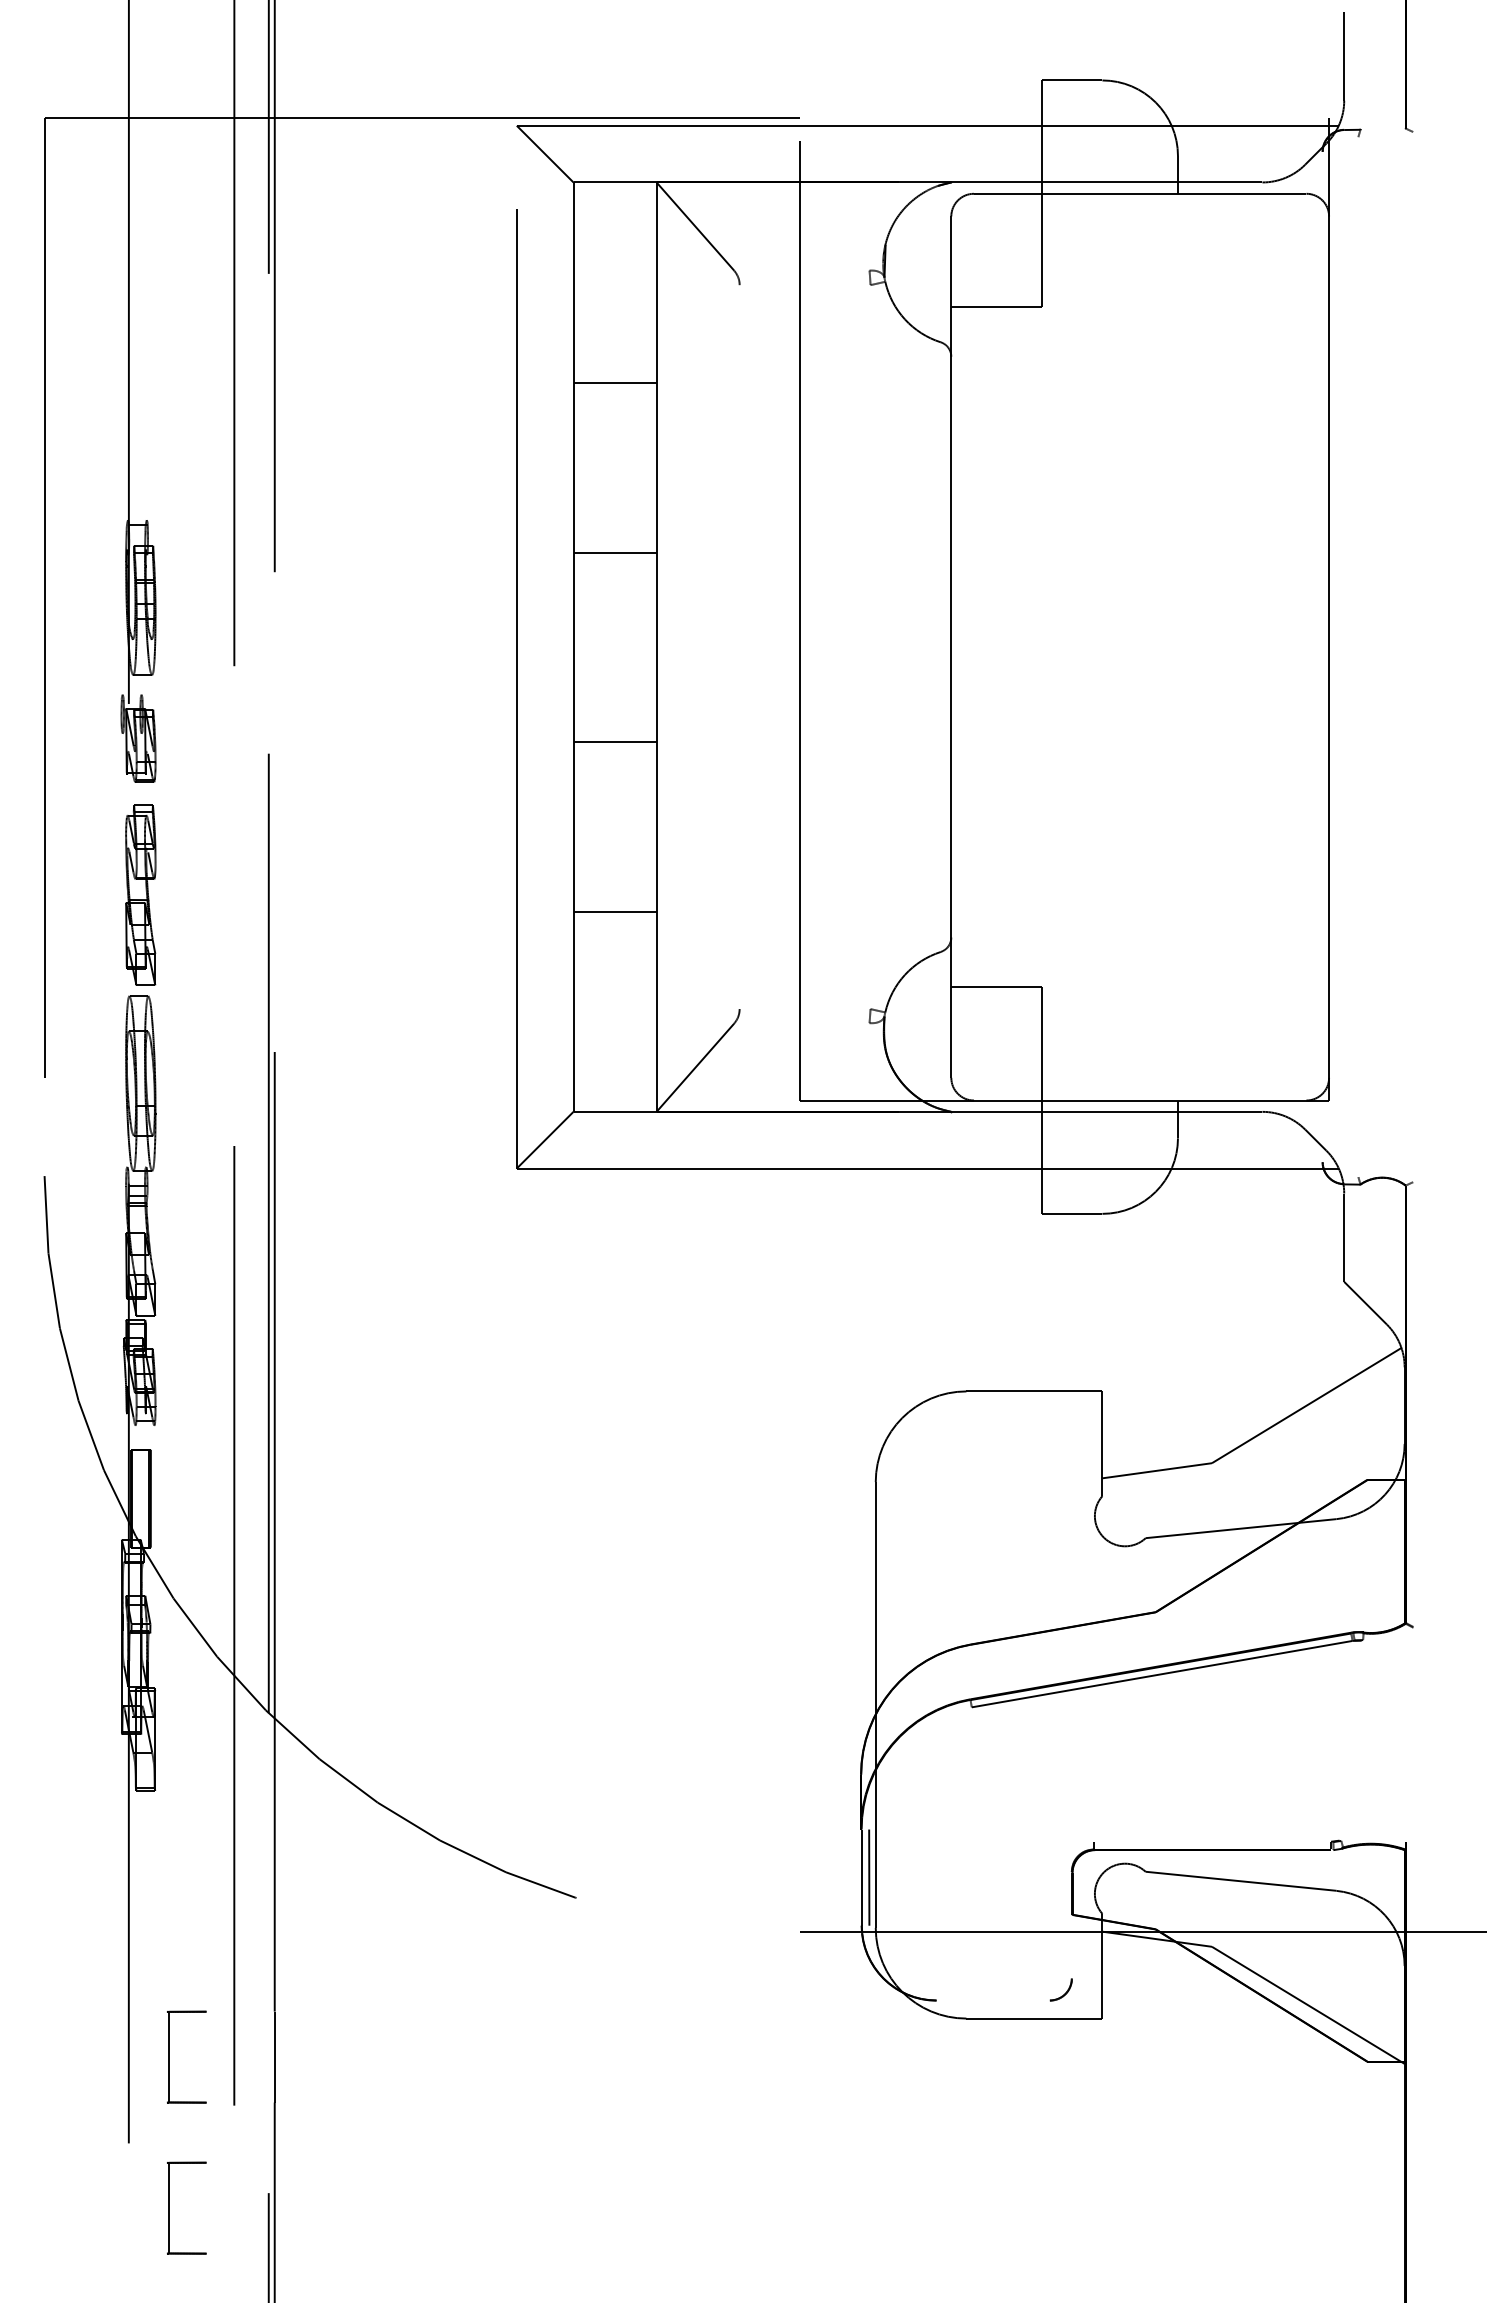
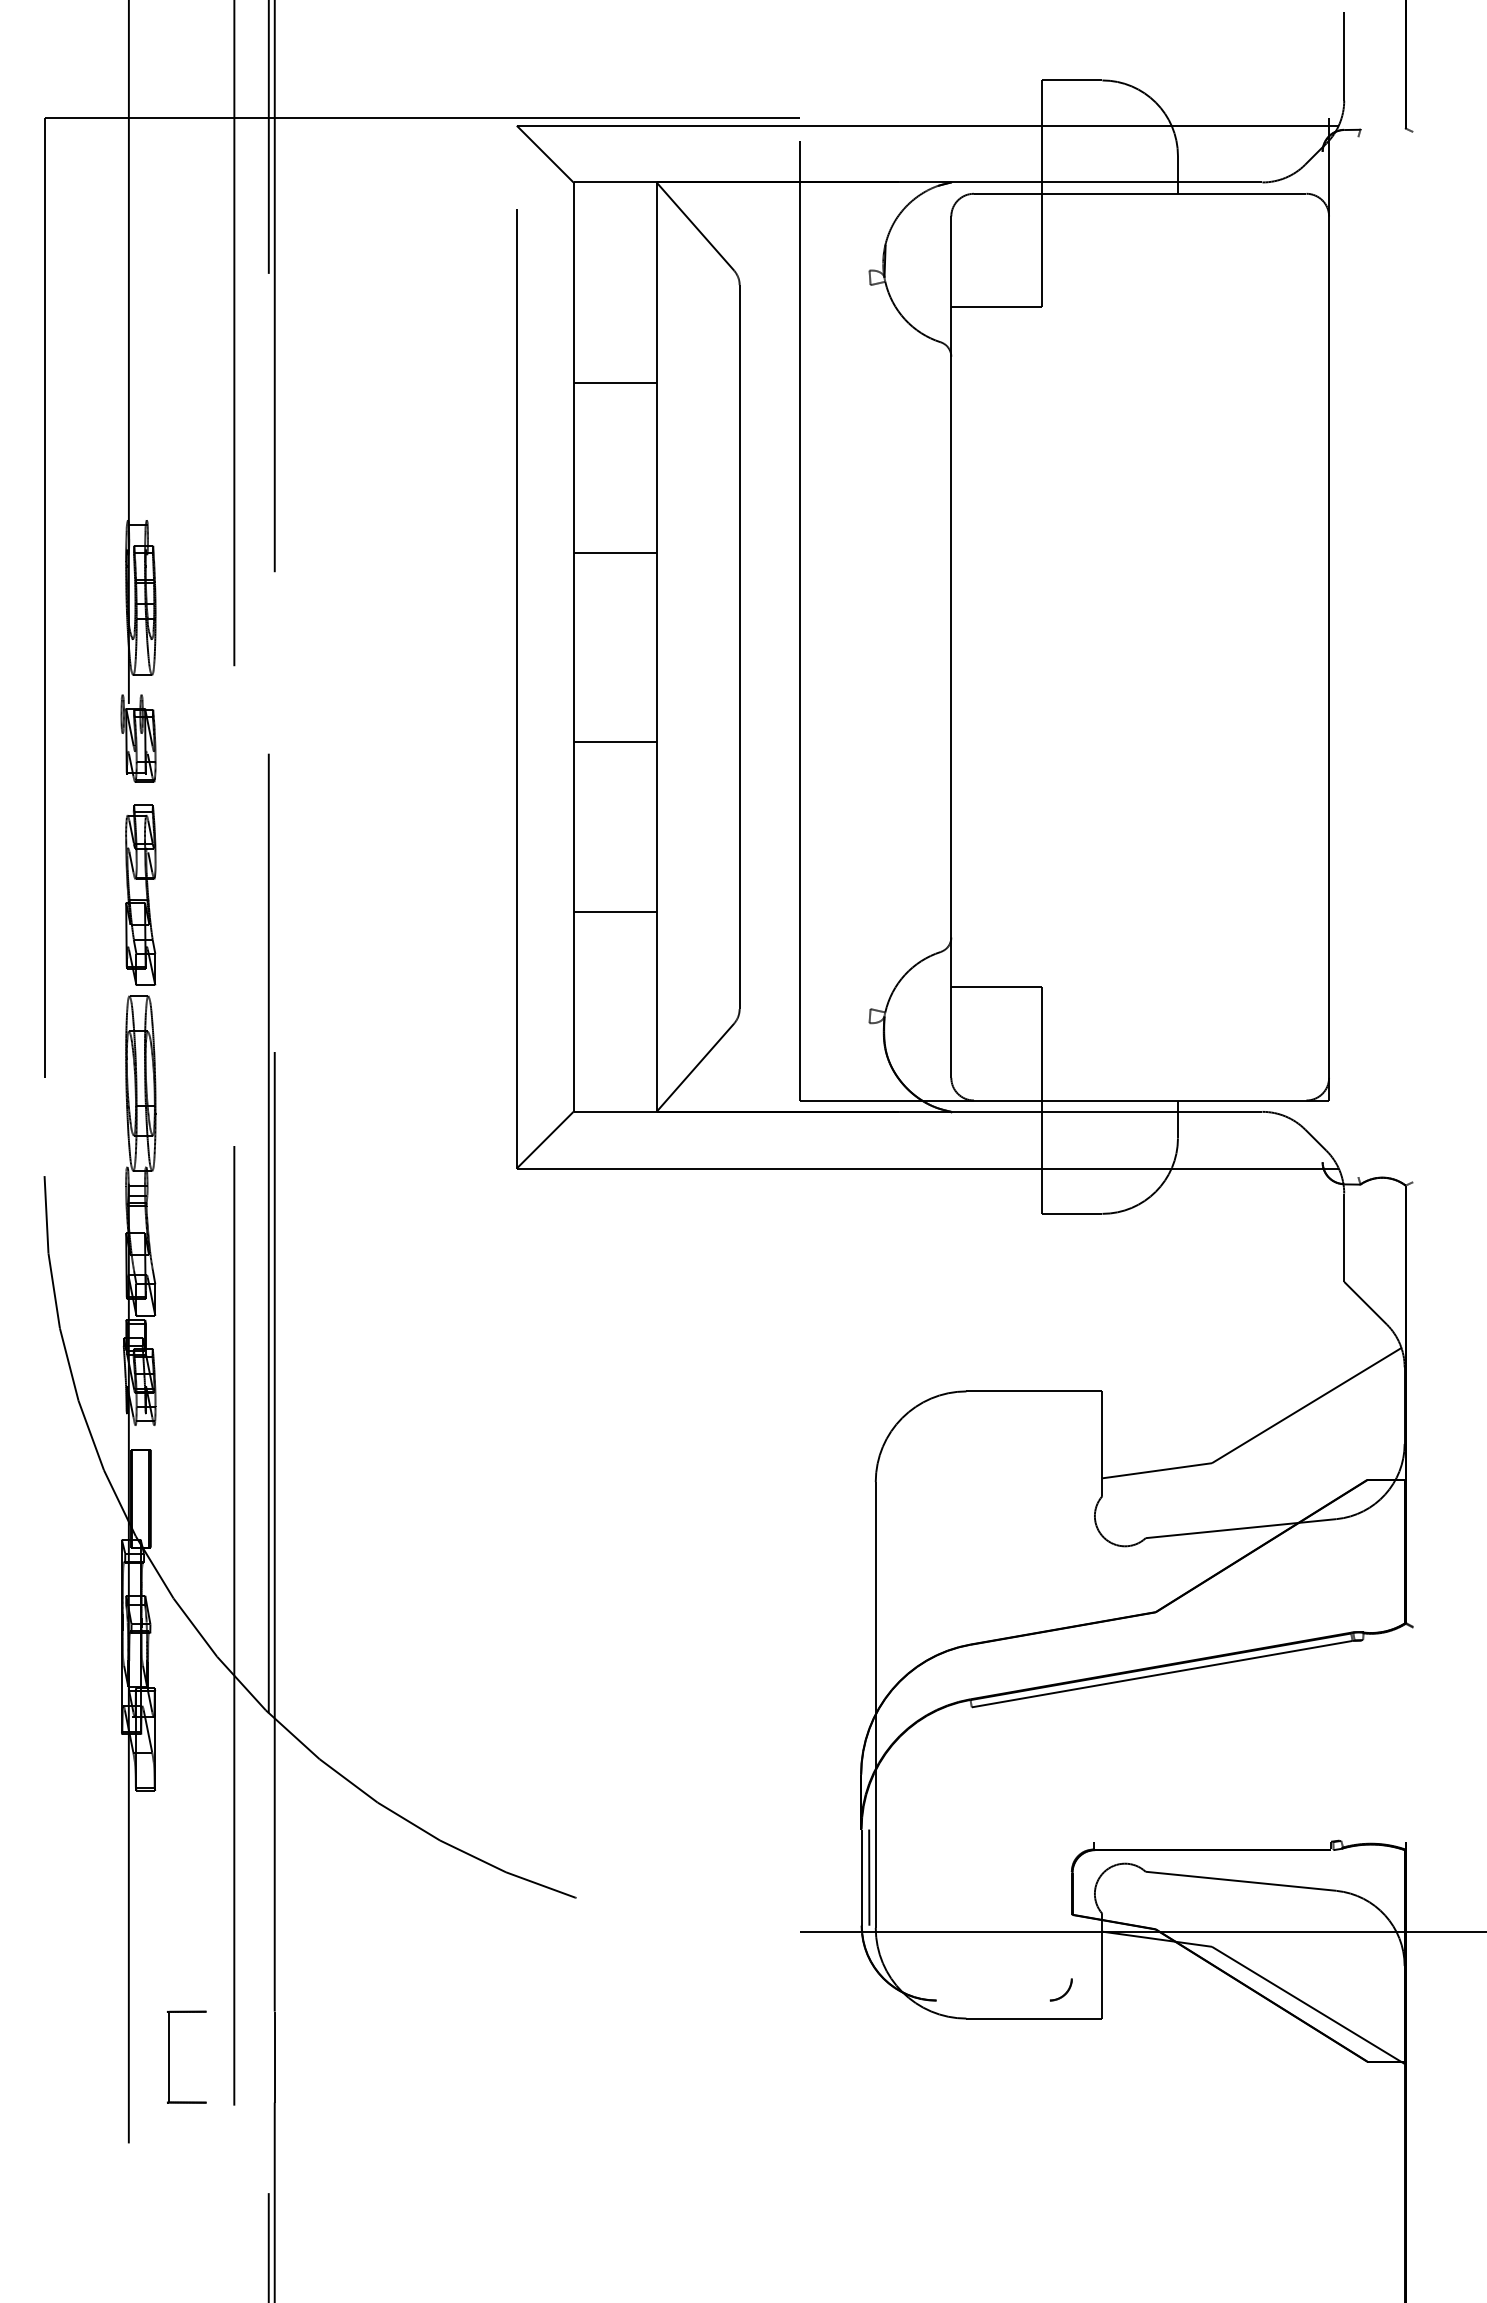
line at (739, 647): none -> present
part at (169, 2207): present -> none
